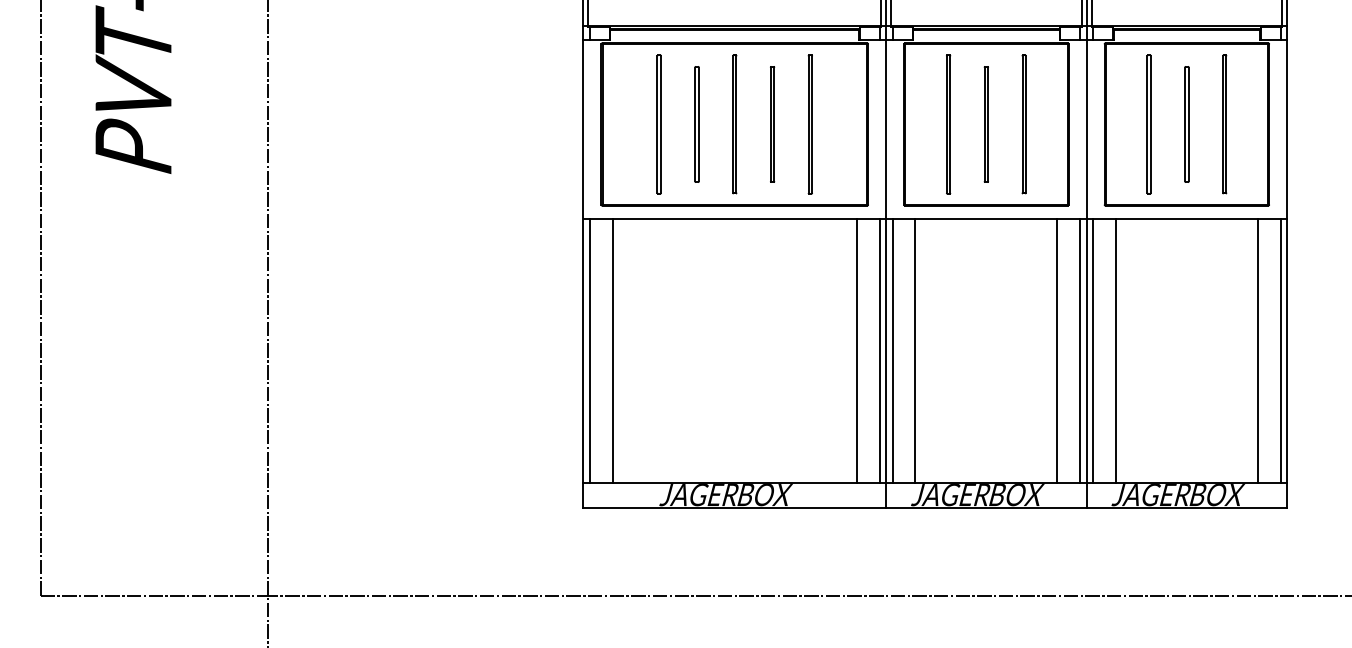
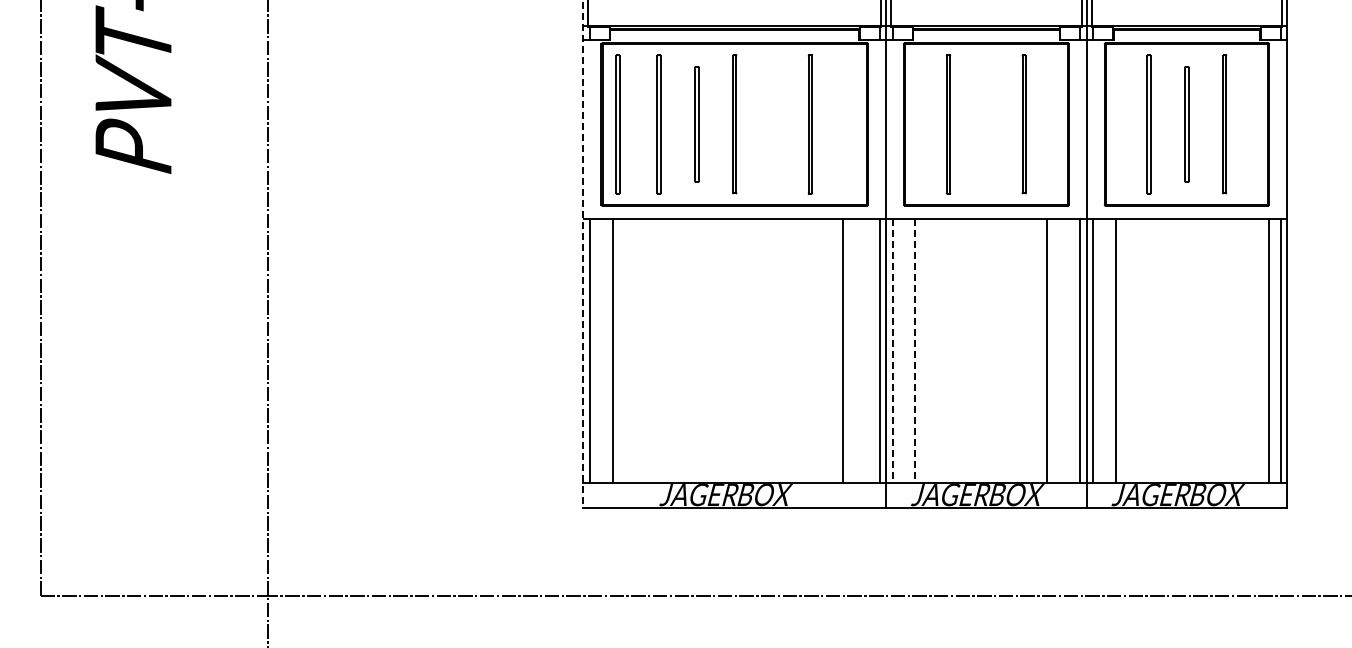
part at (617, 124): none -> present
part at (772, 124): present -> none
part at (985, 124): present -> none
line at (583, 253): solid -> dashed
line at (856, 350) position: (856, 350) -> (842, 350)
line at (1057, 350) position: (1057, 350) -> (1047, 350)
line at (1257, 350) position: (1257, 350) -> (1268, 350)
line at (892, 351): solid -> dashed
line at (915, 351): solid -> dashed
